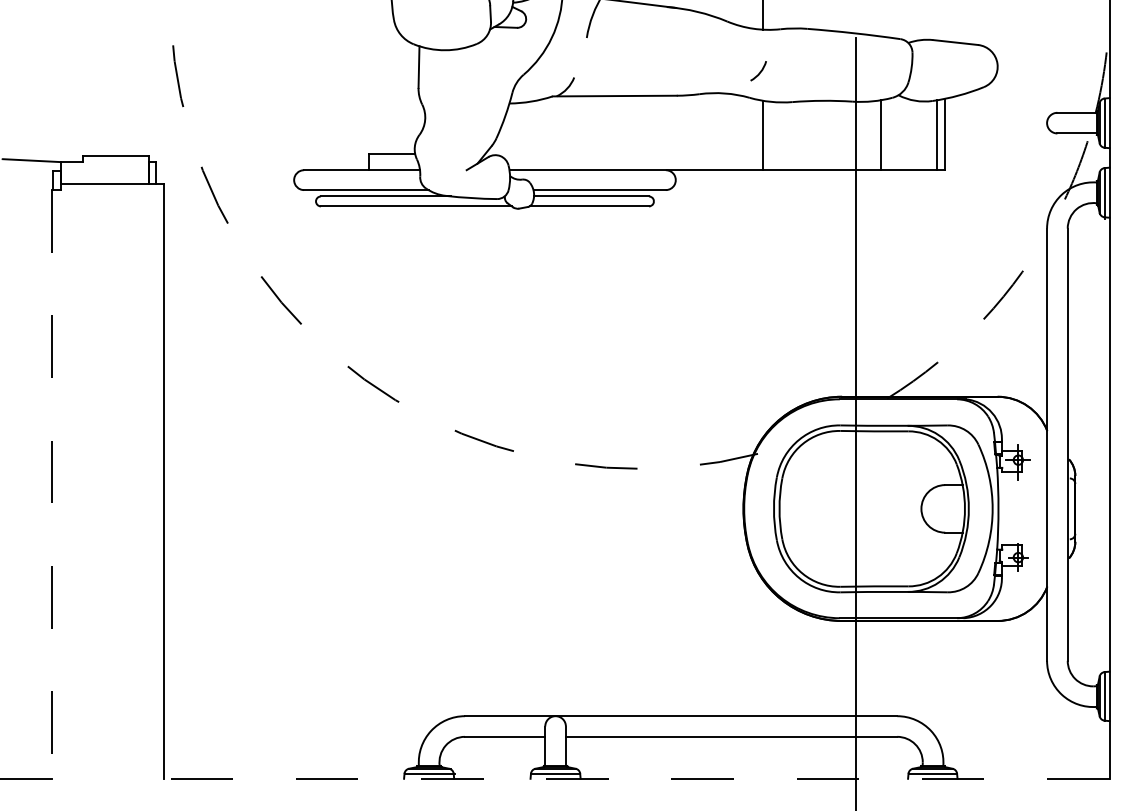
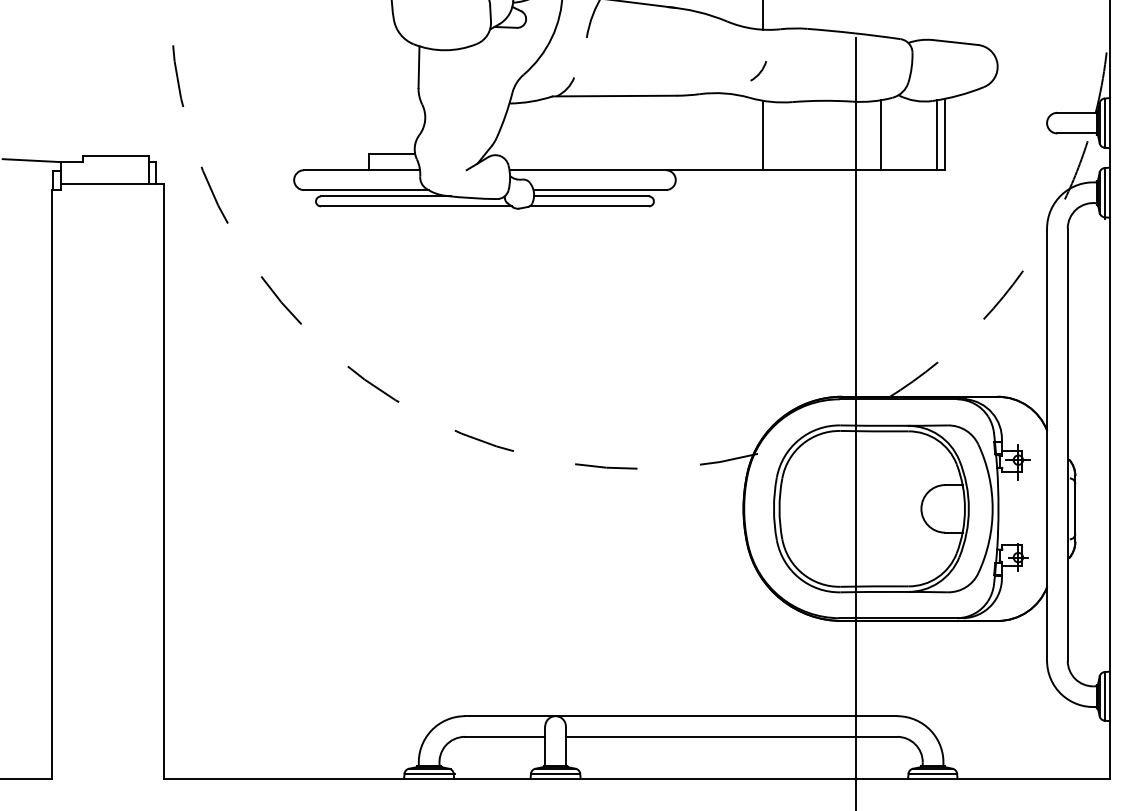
line at (51, 485): dashed -> solid
line at (636, 778): dashed -> solid
